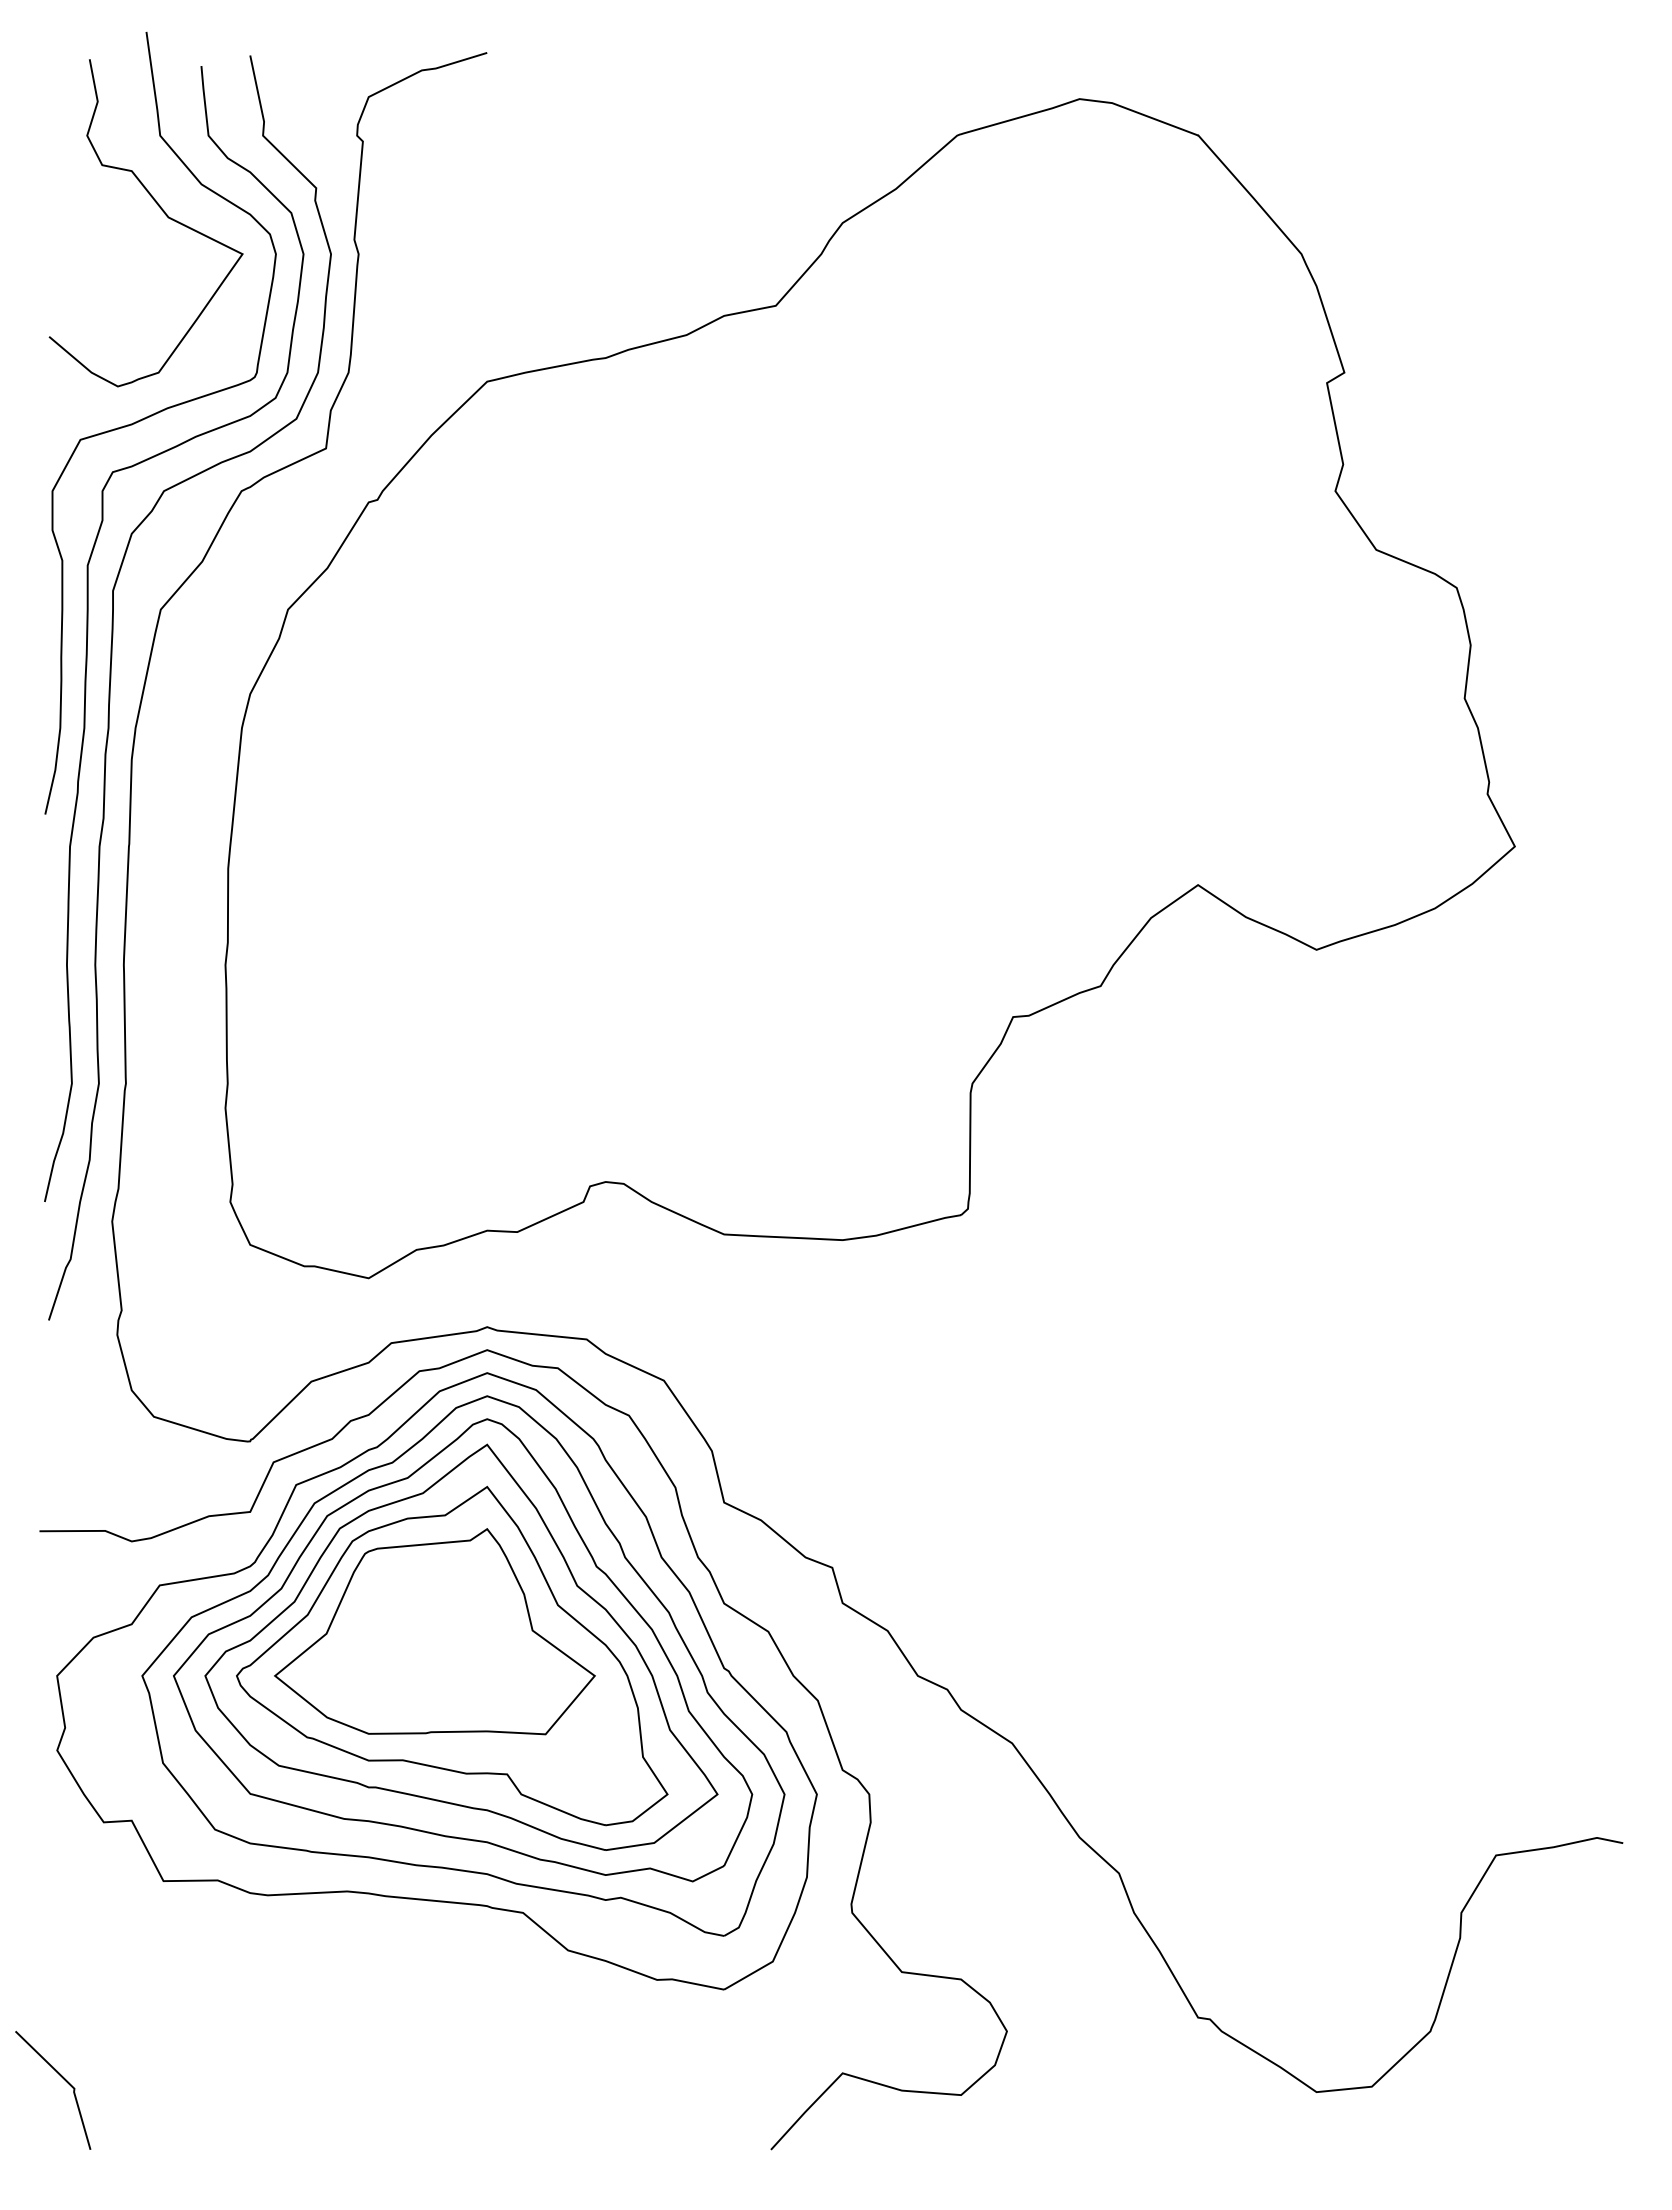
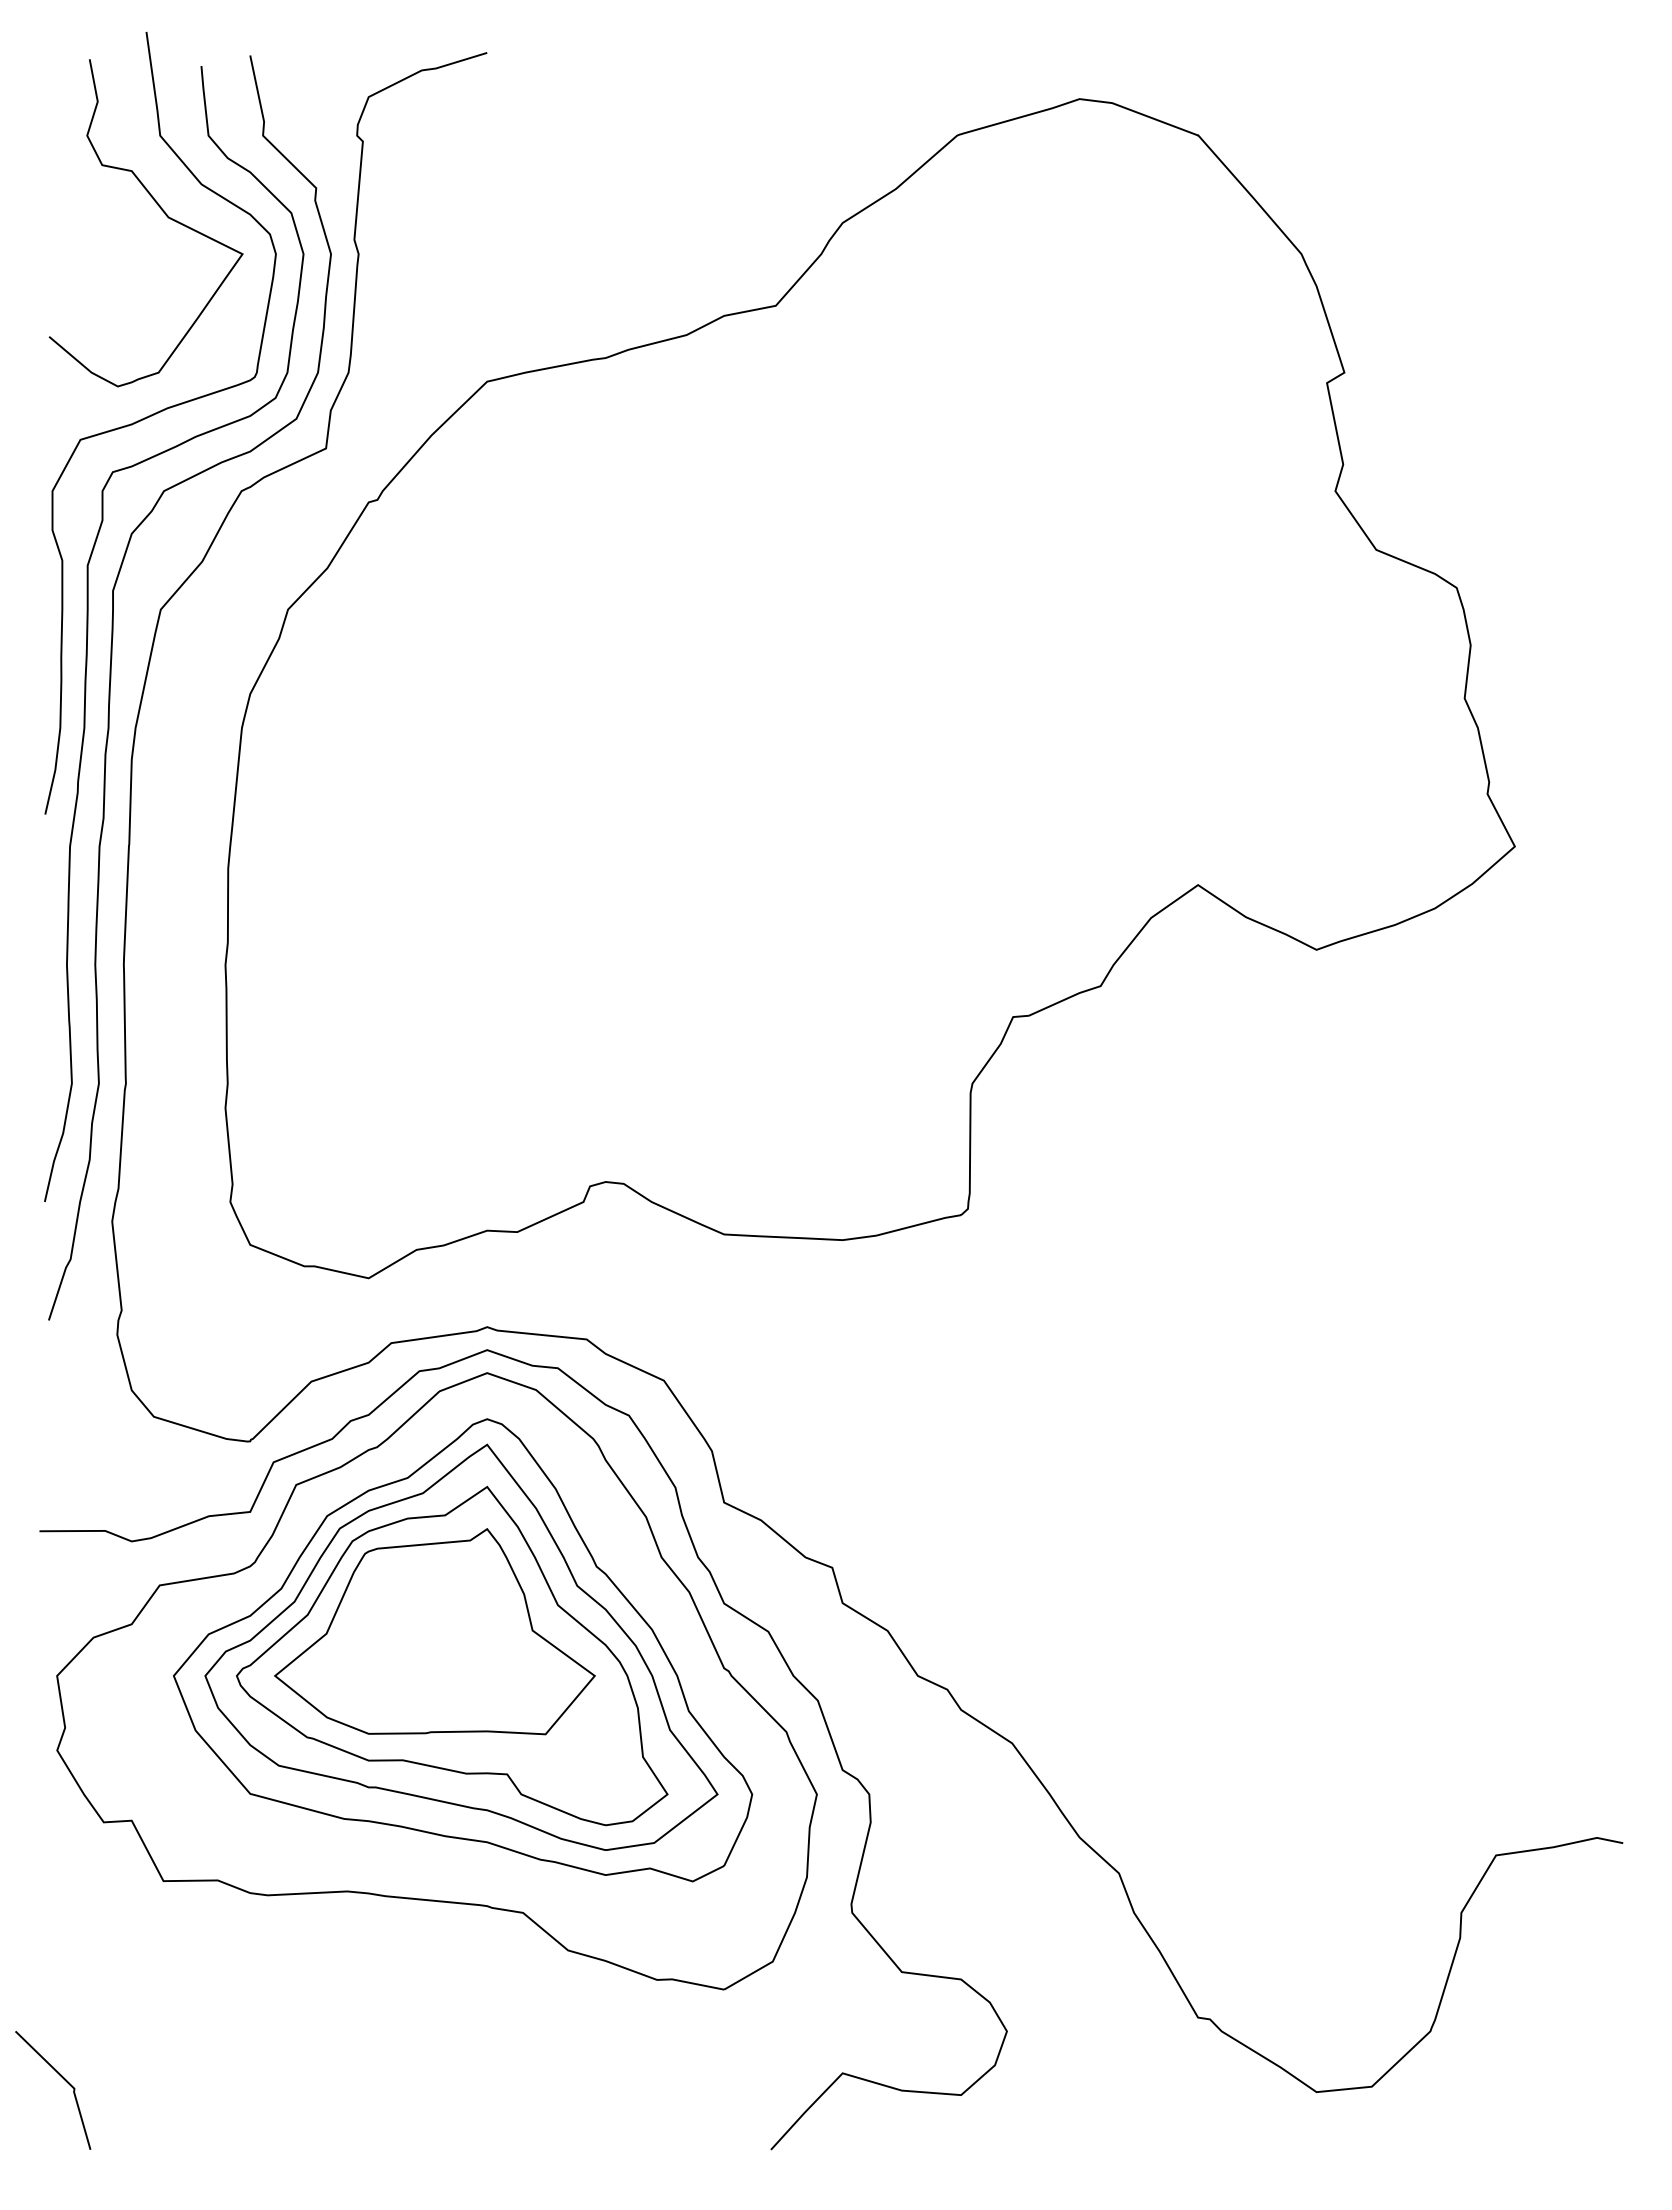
part at (463, 1665): present -> none
